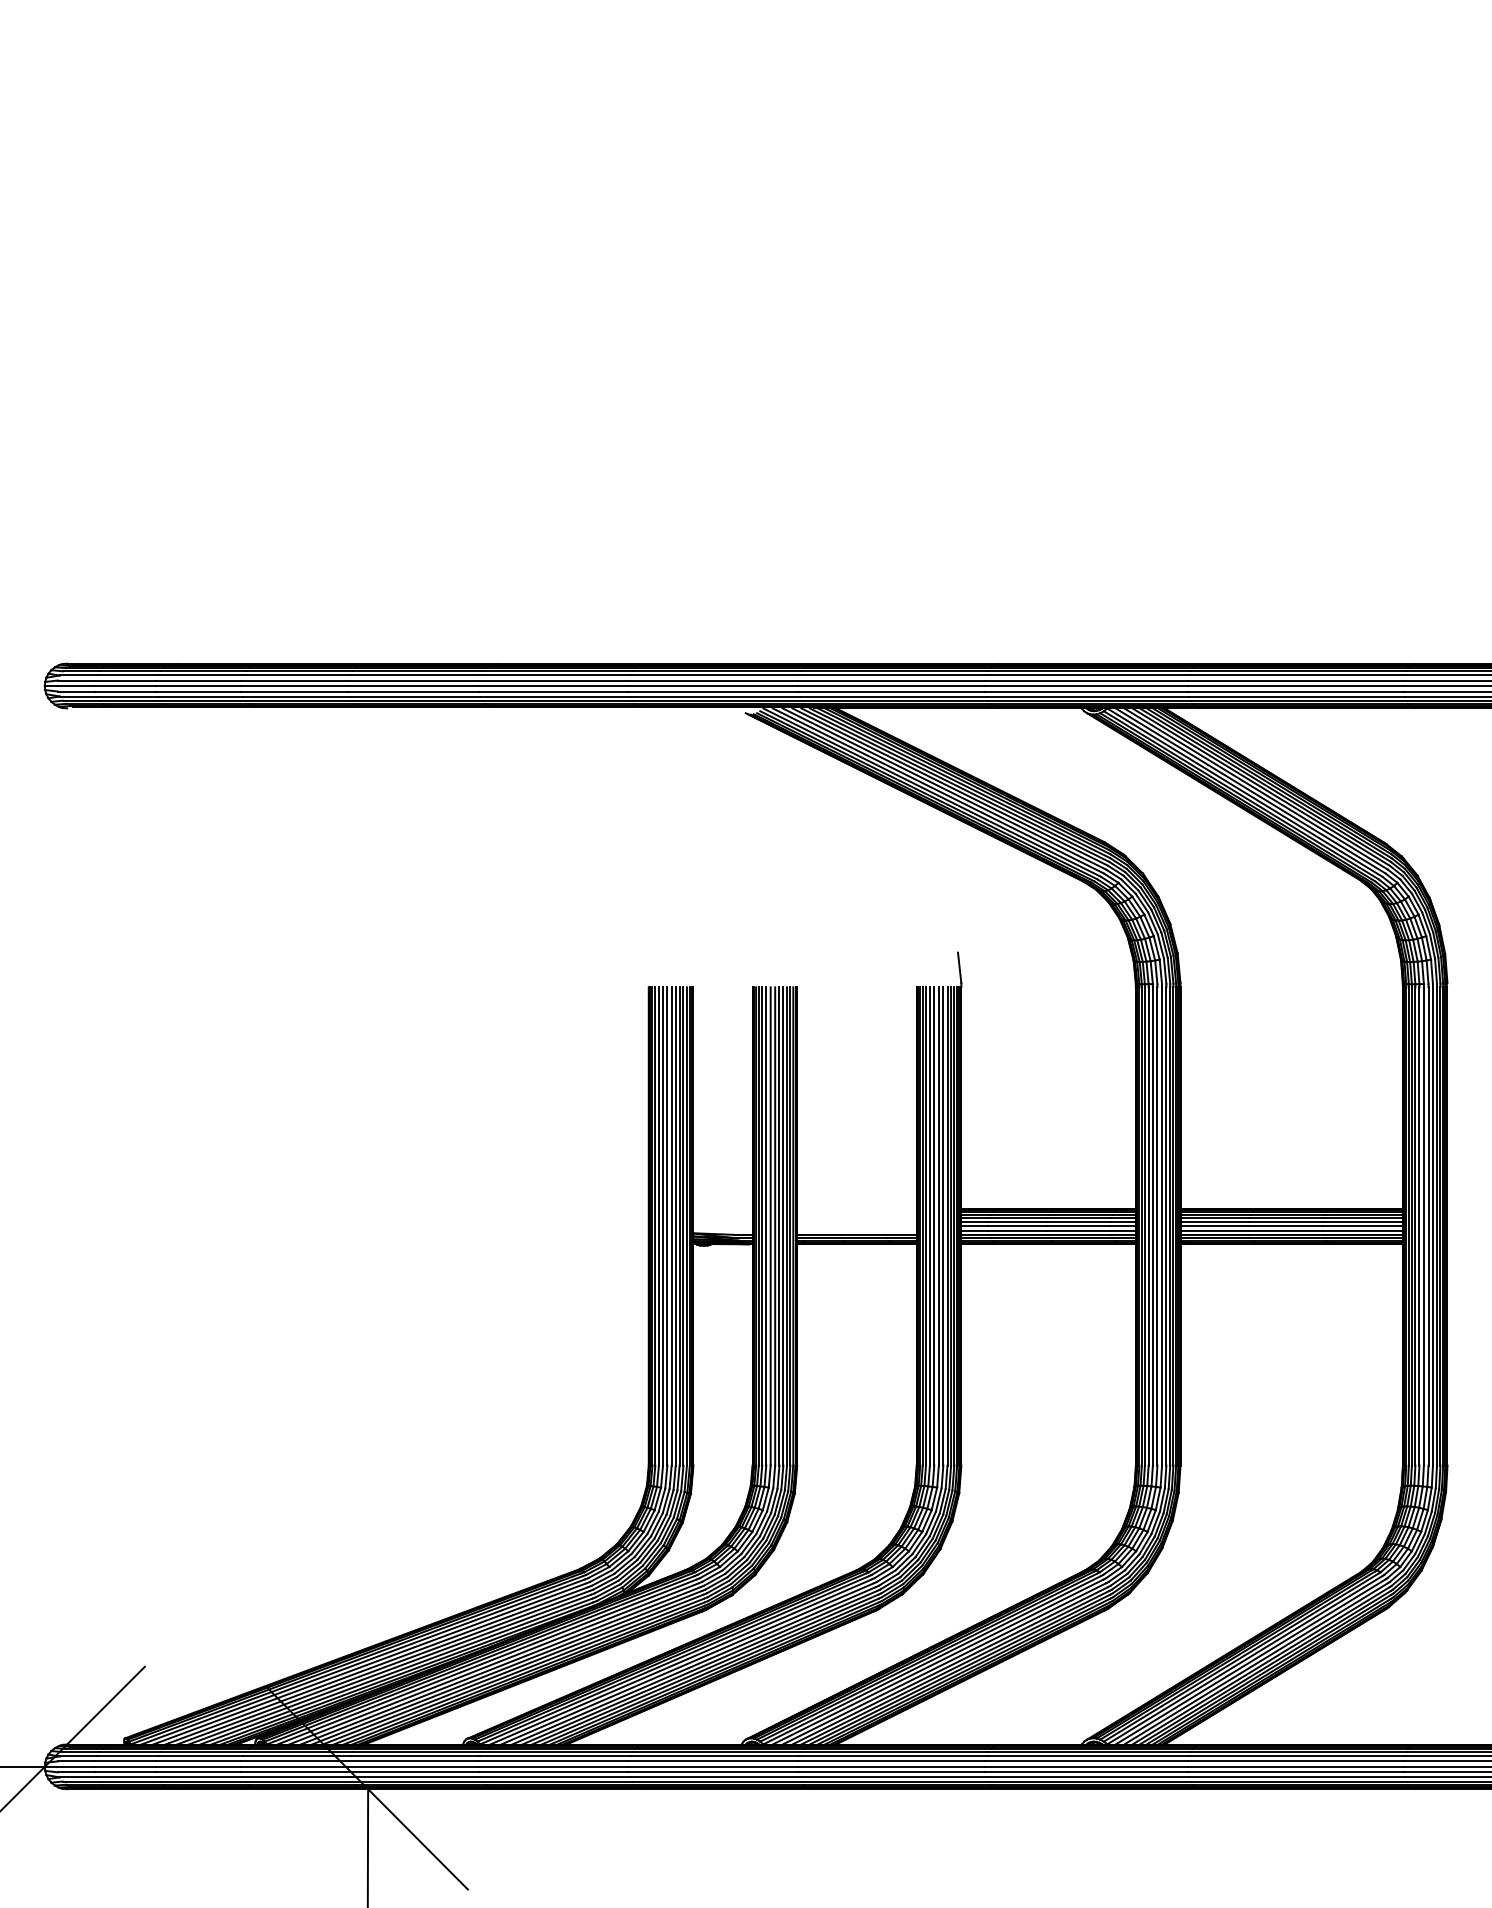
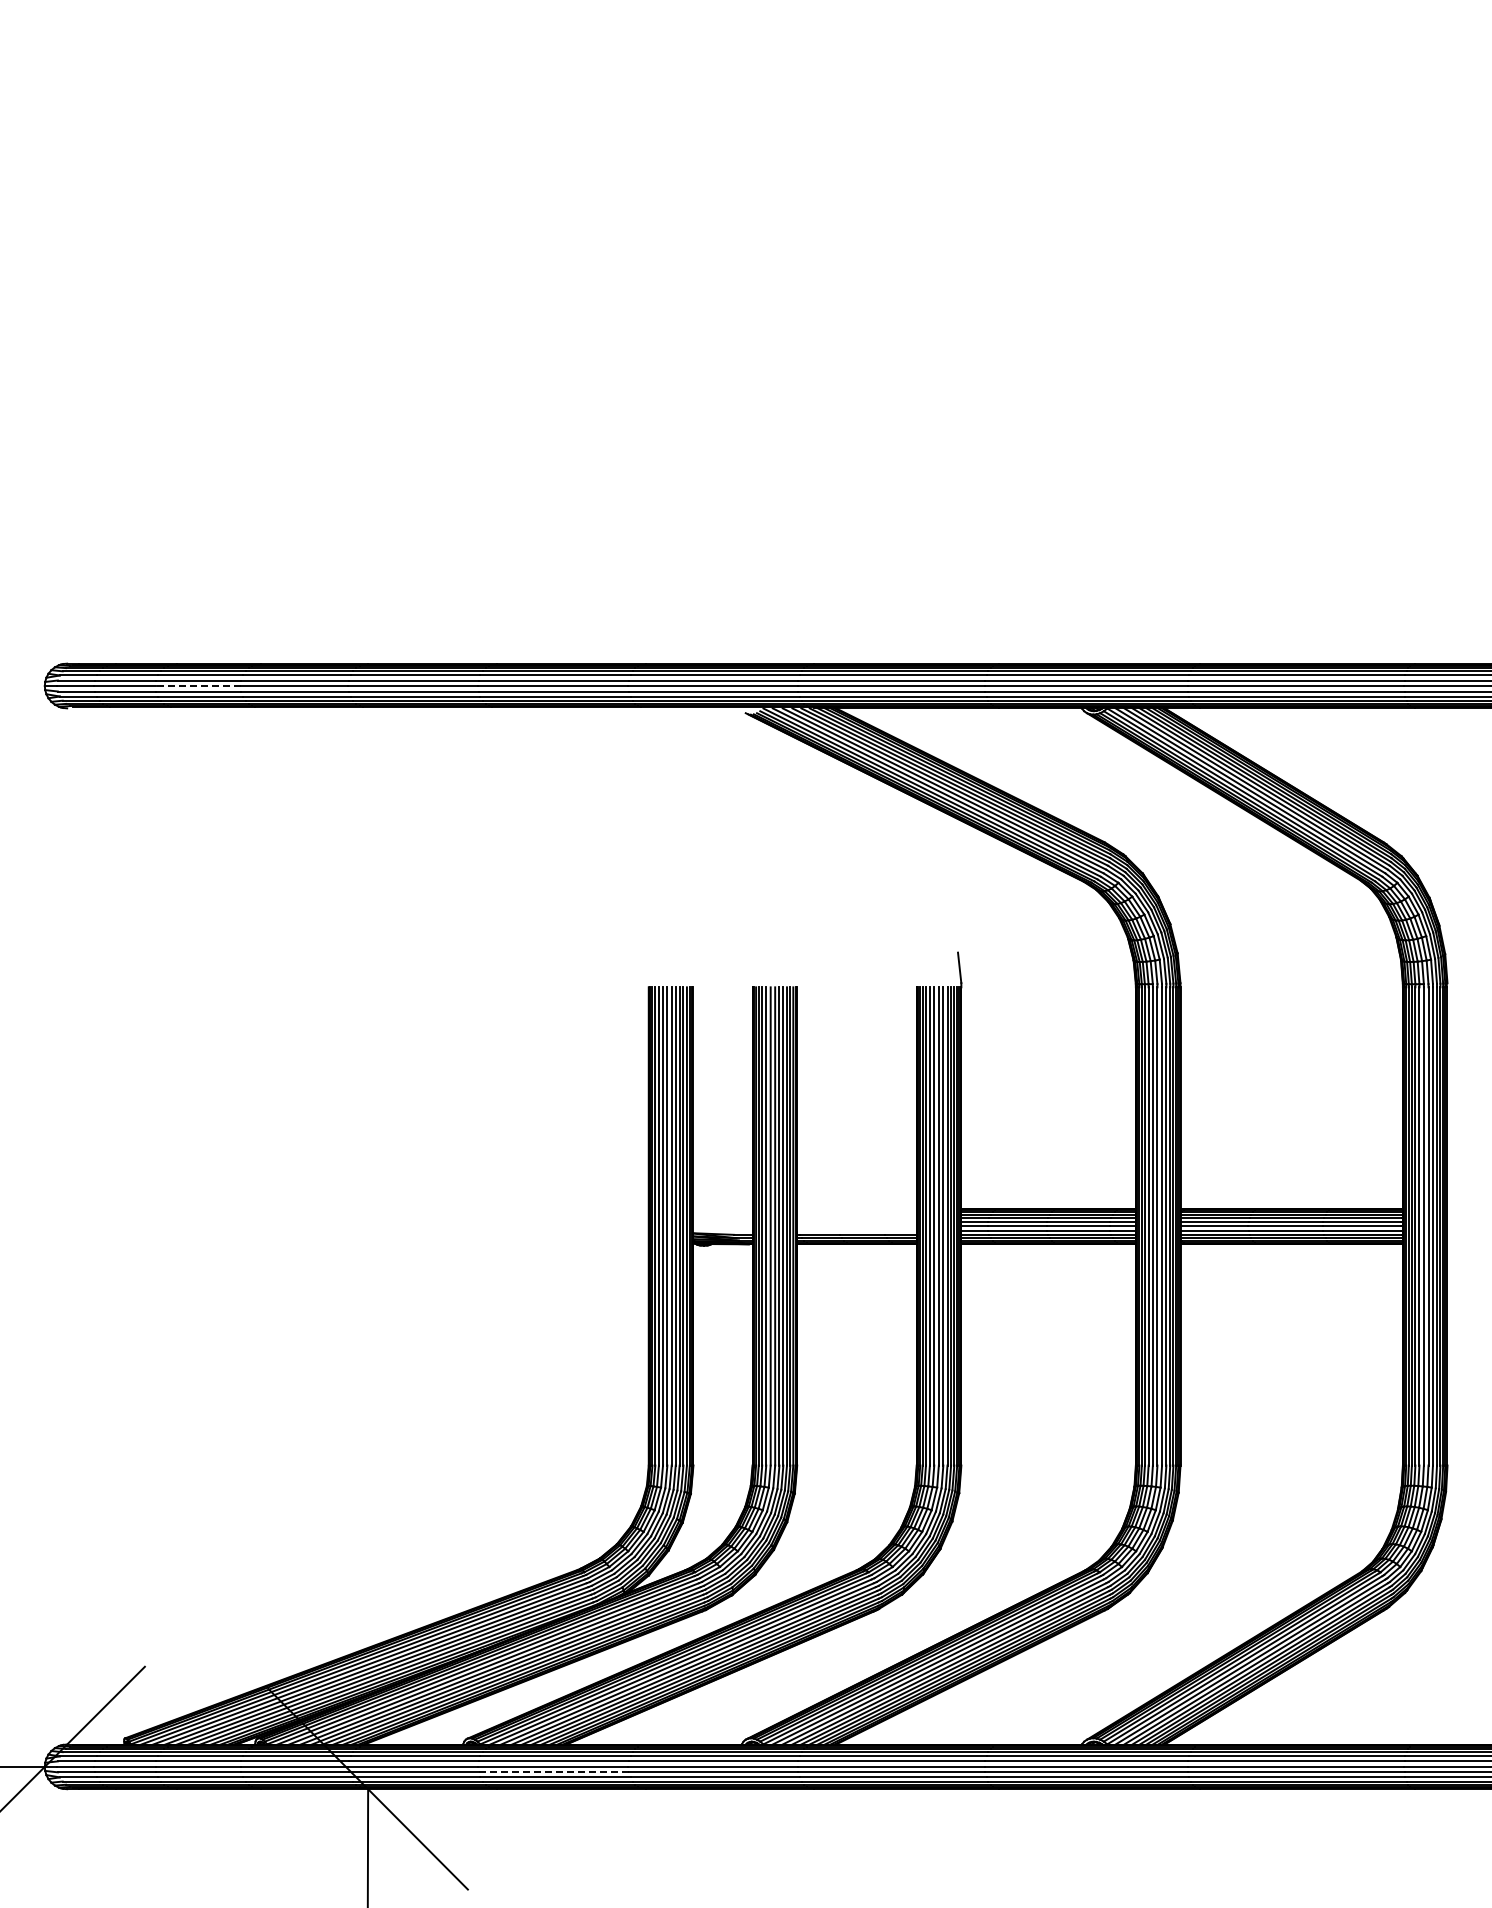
line at (197, 686): solid -> dashed
line at (553, 1772): solid -> dashed
